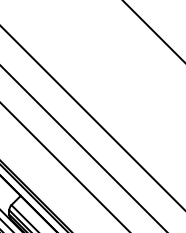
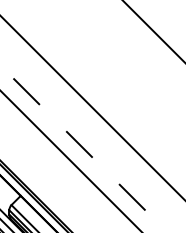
line at (92, 117) position: (92, 117) -> (92, 107)
line at (84, 149): solid -> dashed
line at (64, 166) position: (64, 166) -> (70, 160)
